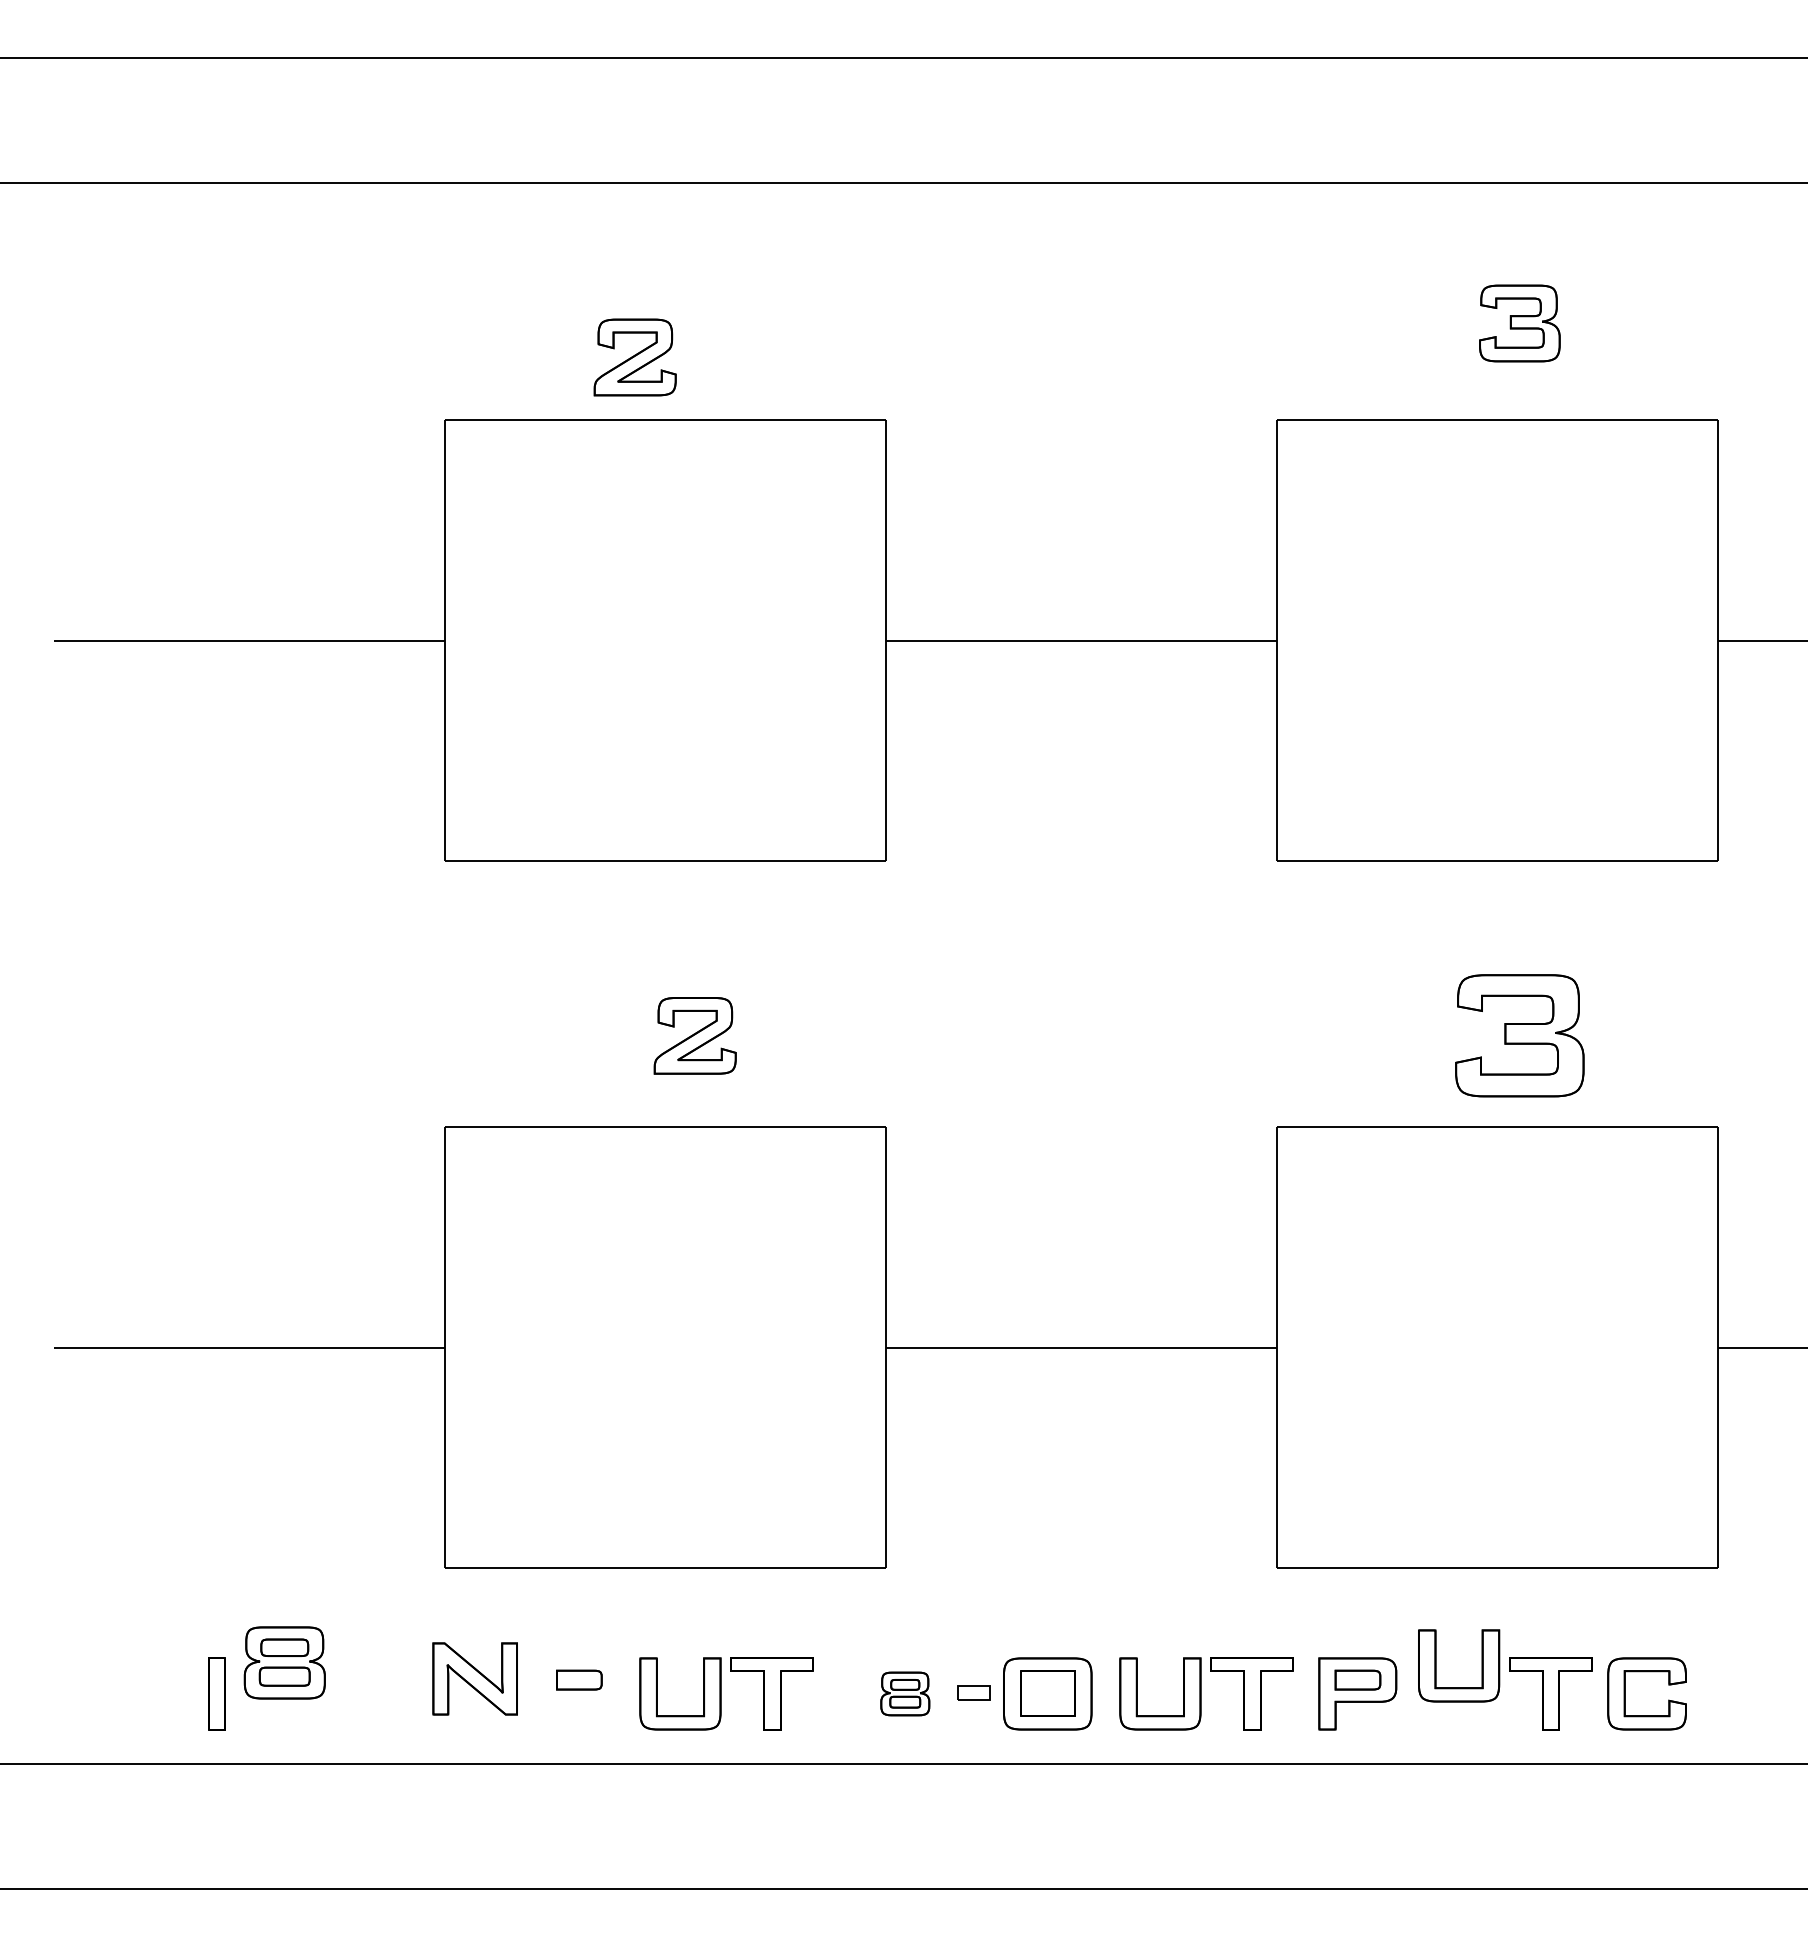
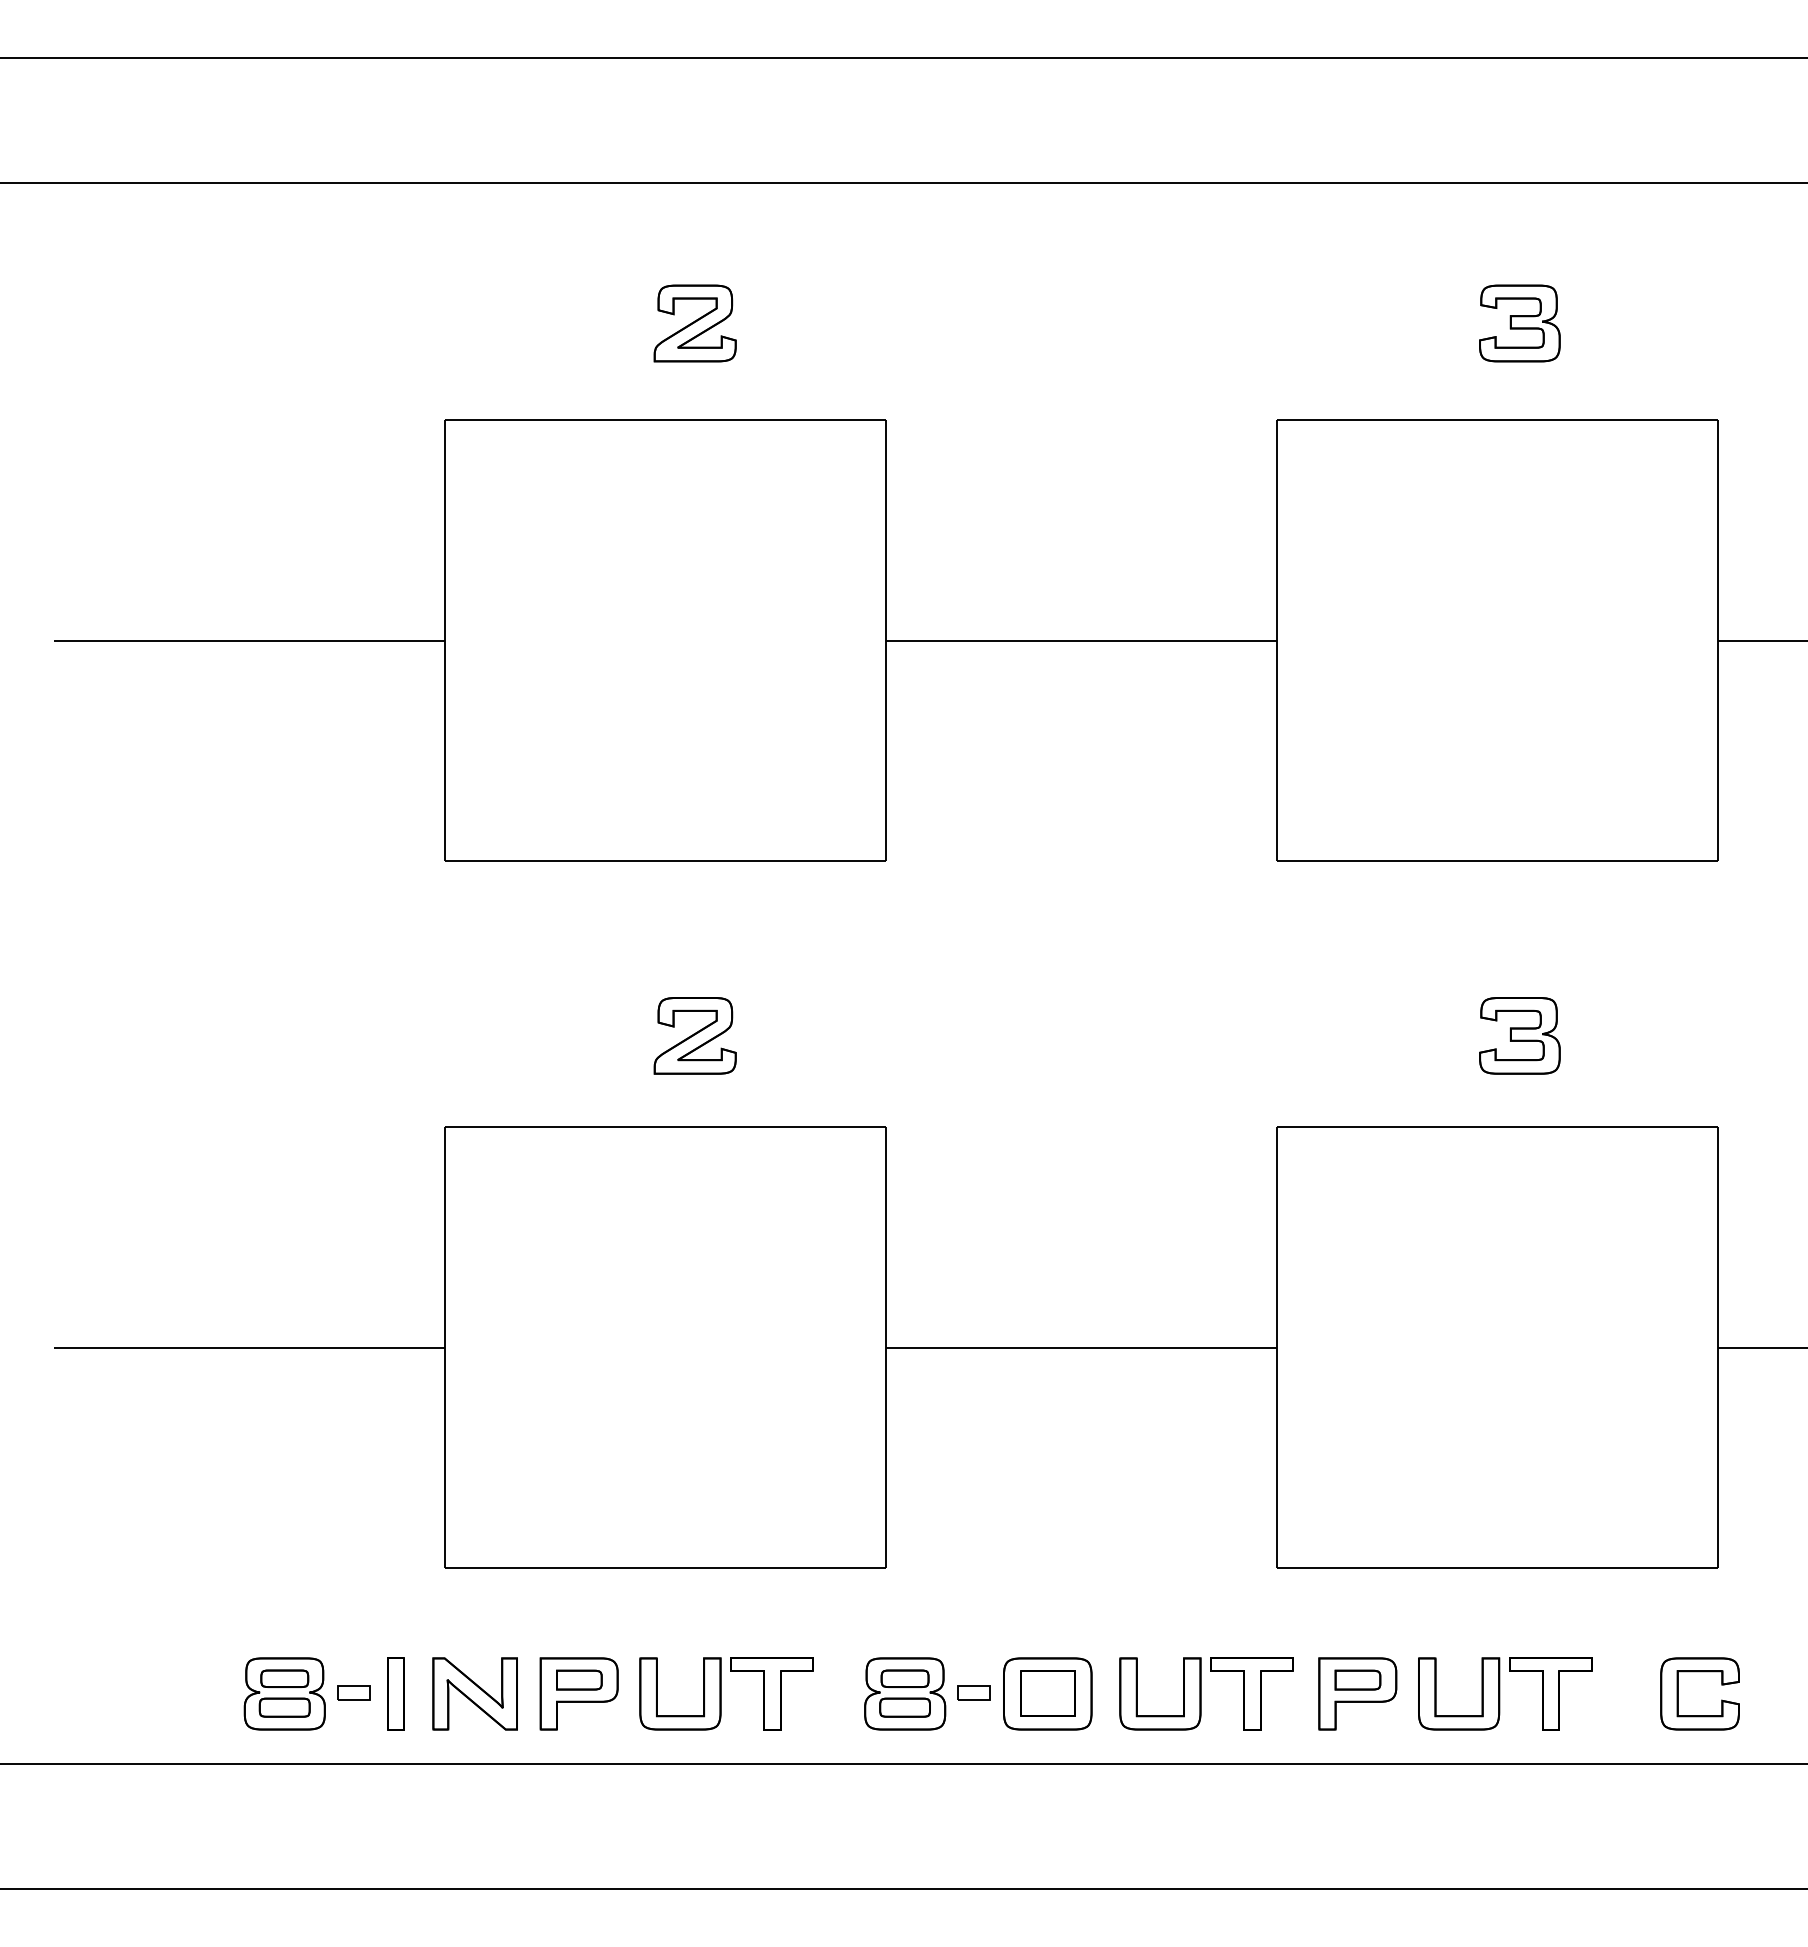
part at (634, 357) position: (634, 357) -> (694, 323)
part at (1519, 1035) size: 130x124 px -> 82x78 px
part at (284, 1662) position: (284, 1662) -> (284, 1693)
part at (1481, 1665) position: (1481, 1665) -> (1481, 1693)
part at (1646, 1672) position: (1646, 1672) -> (1699, 1672)
part at (474, 1678) position: (474, 1678) -> (474, 1693)
part at (353, 1692): none -> present
part at (216, 1693) position: (216, 1693) -> (395, 1693)
part at (578, 1693): none -> present
part at (905, 1693) size: 51x46 px -> 83x74 px
